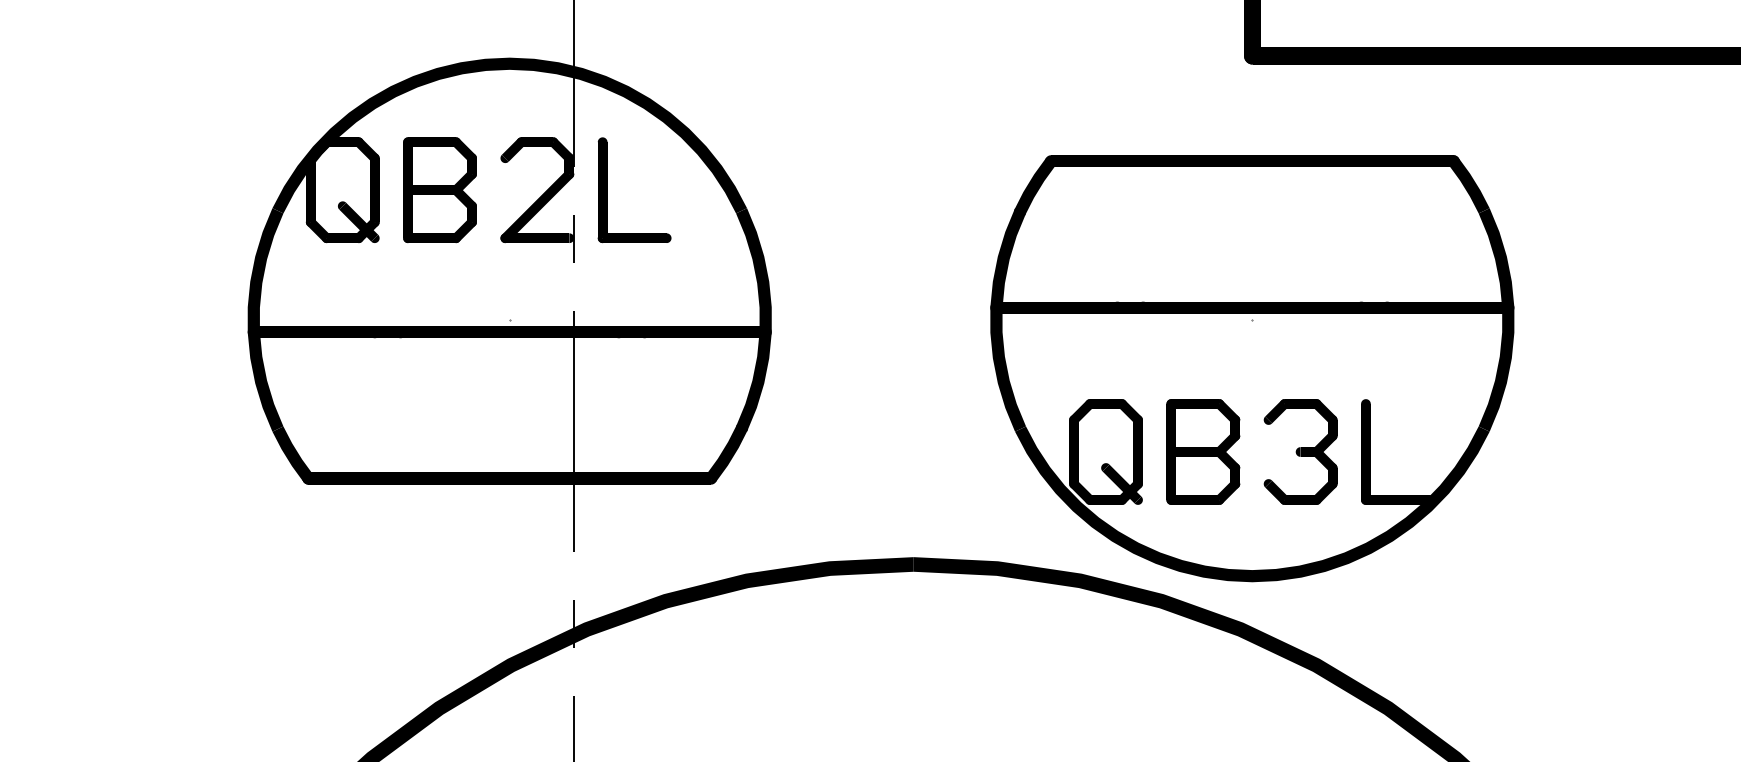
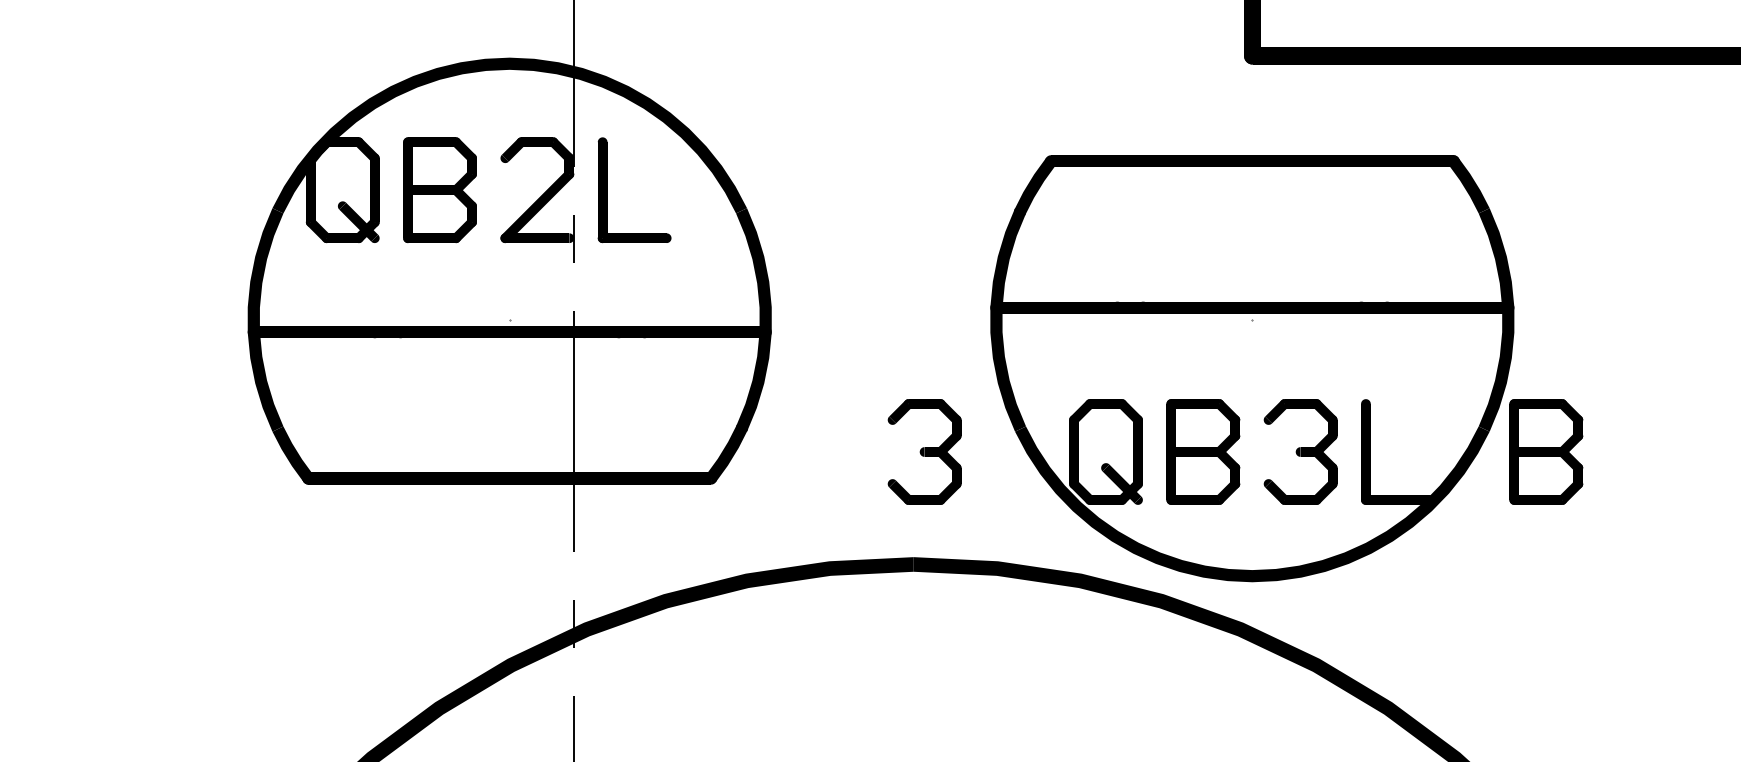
part at (924, 451): none -> present
part at (1546, 451): none -> present
